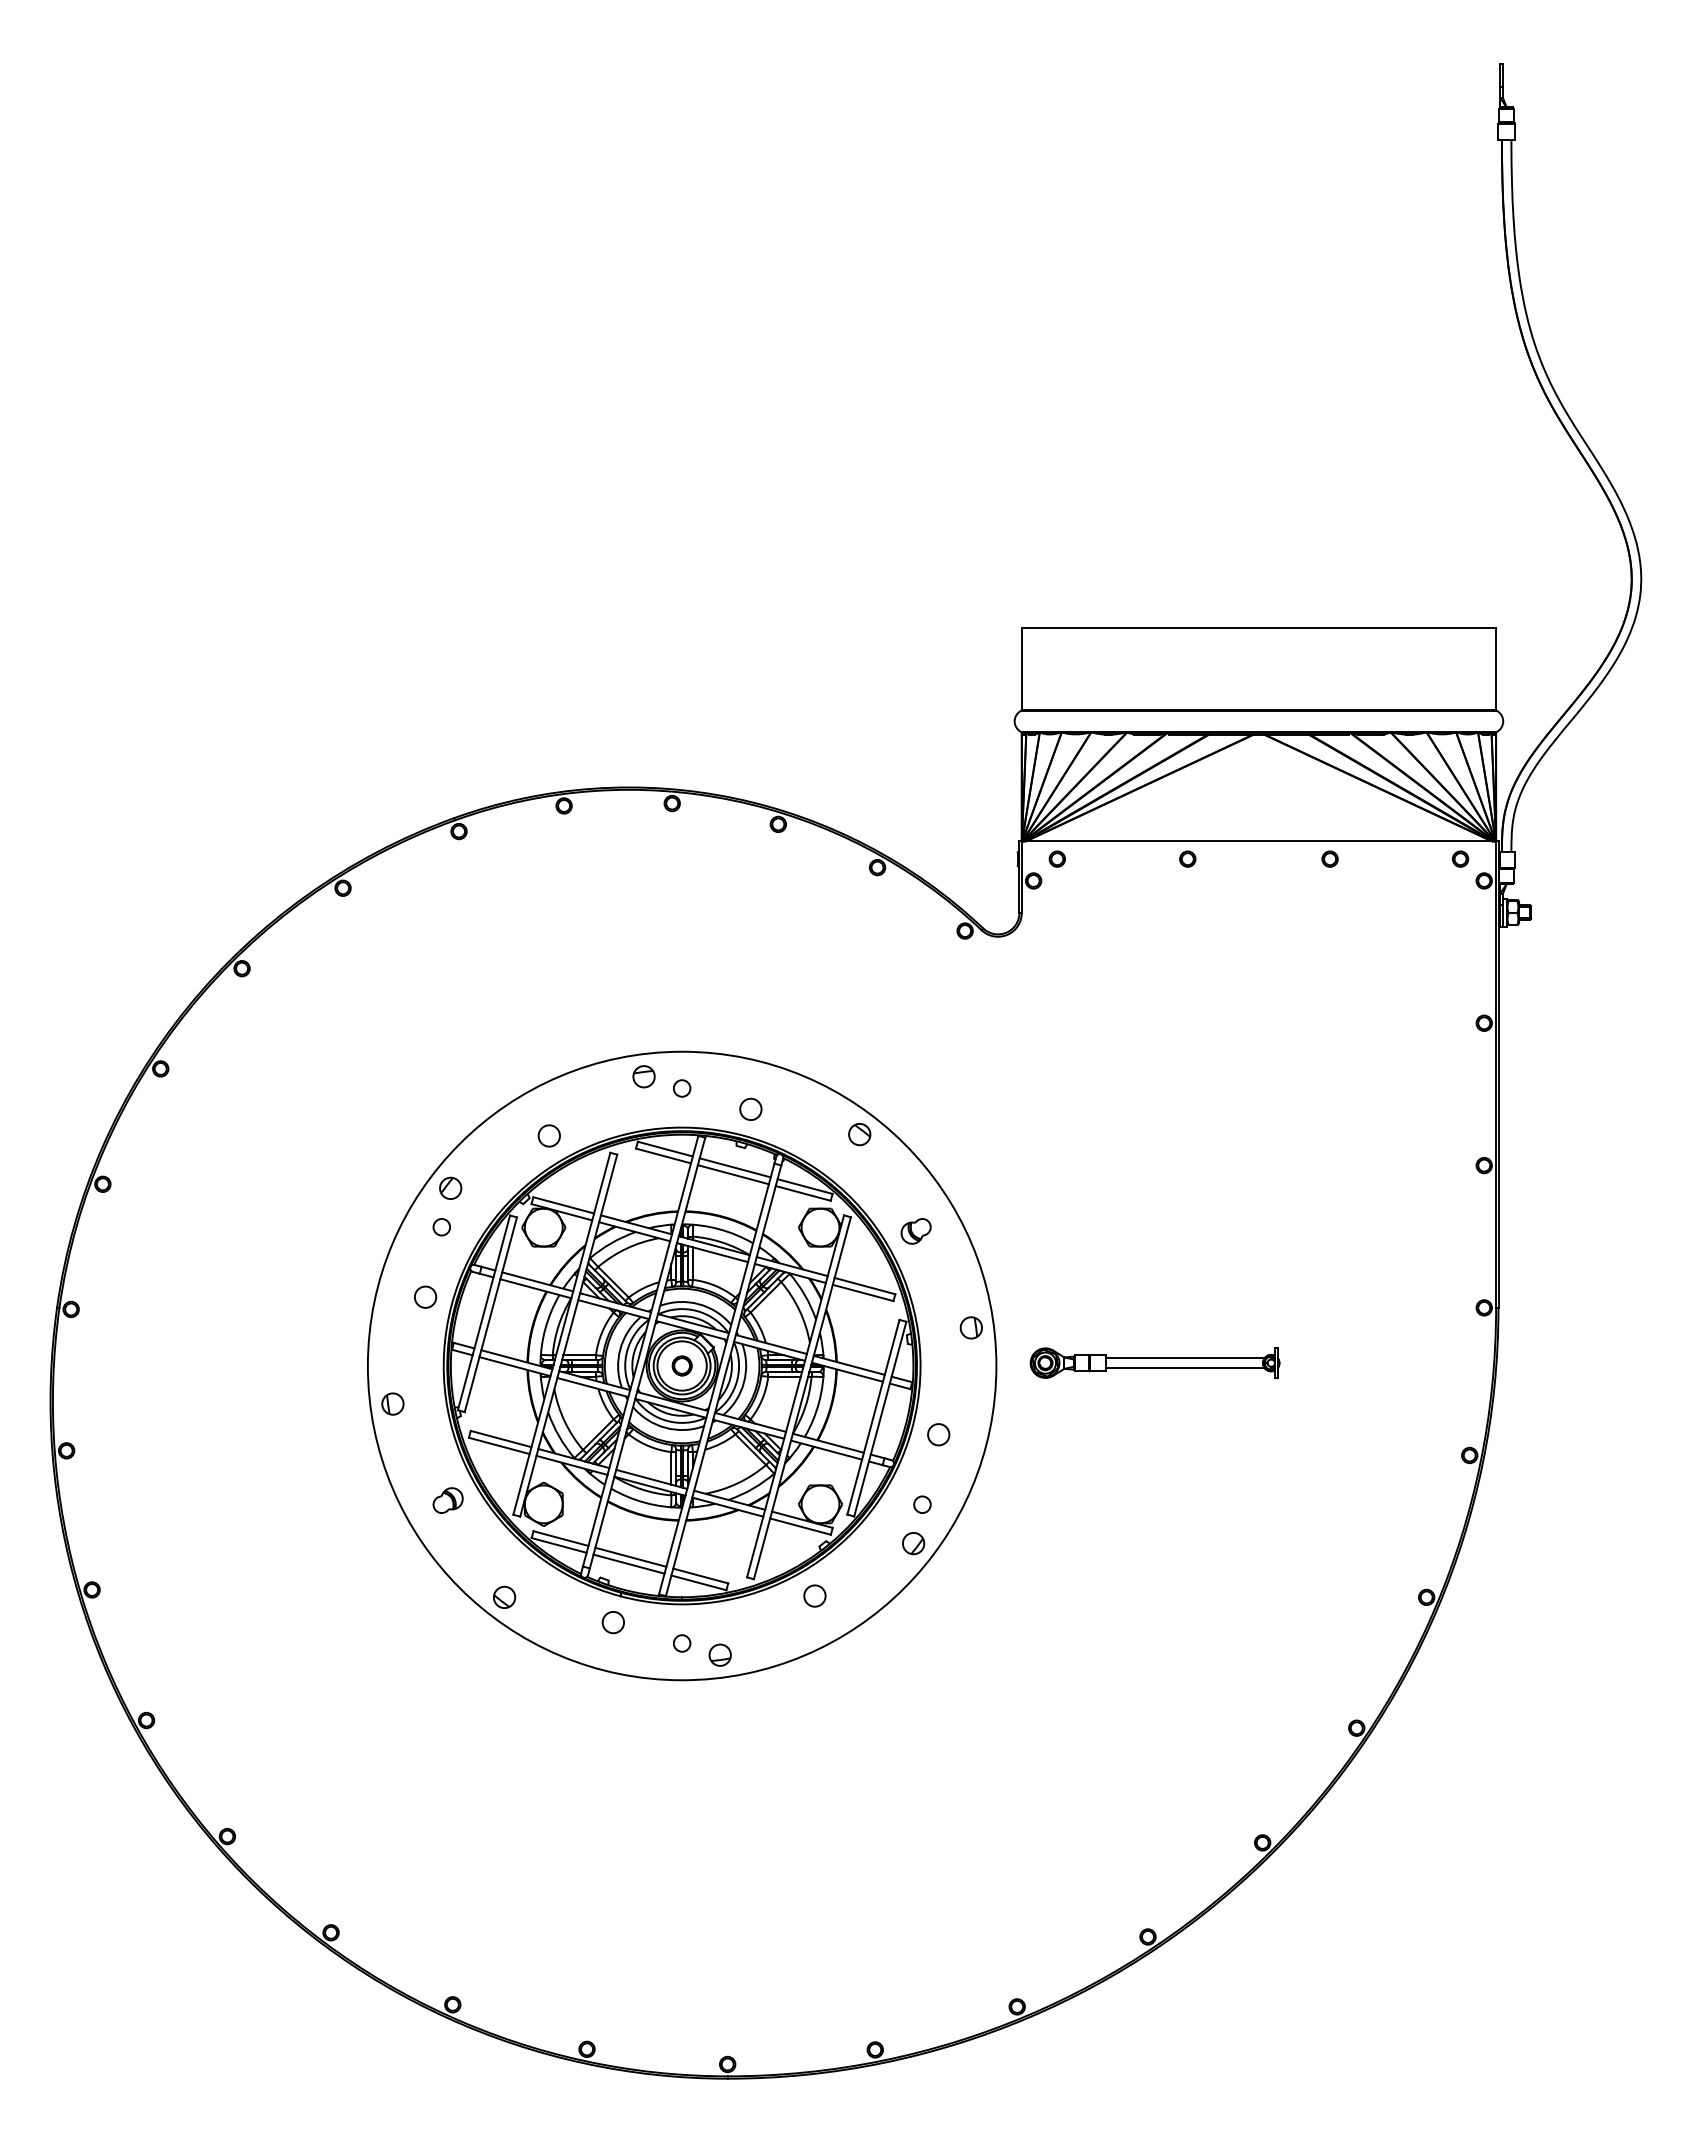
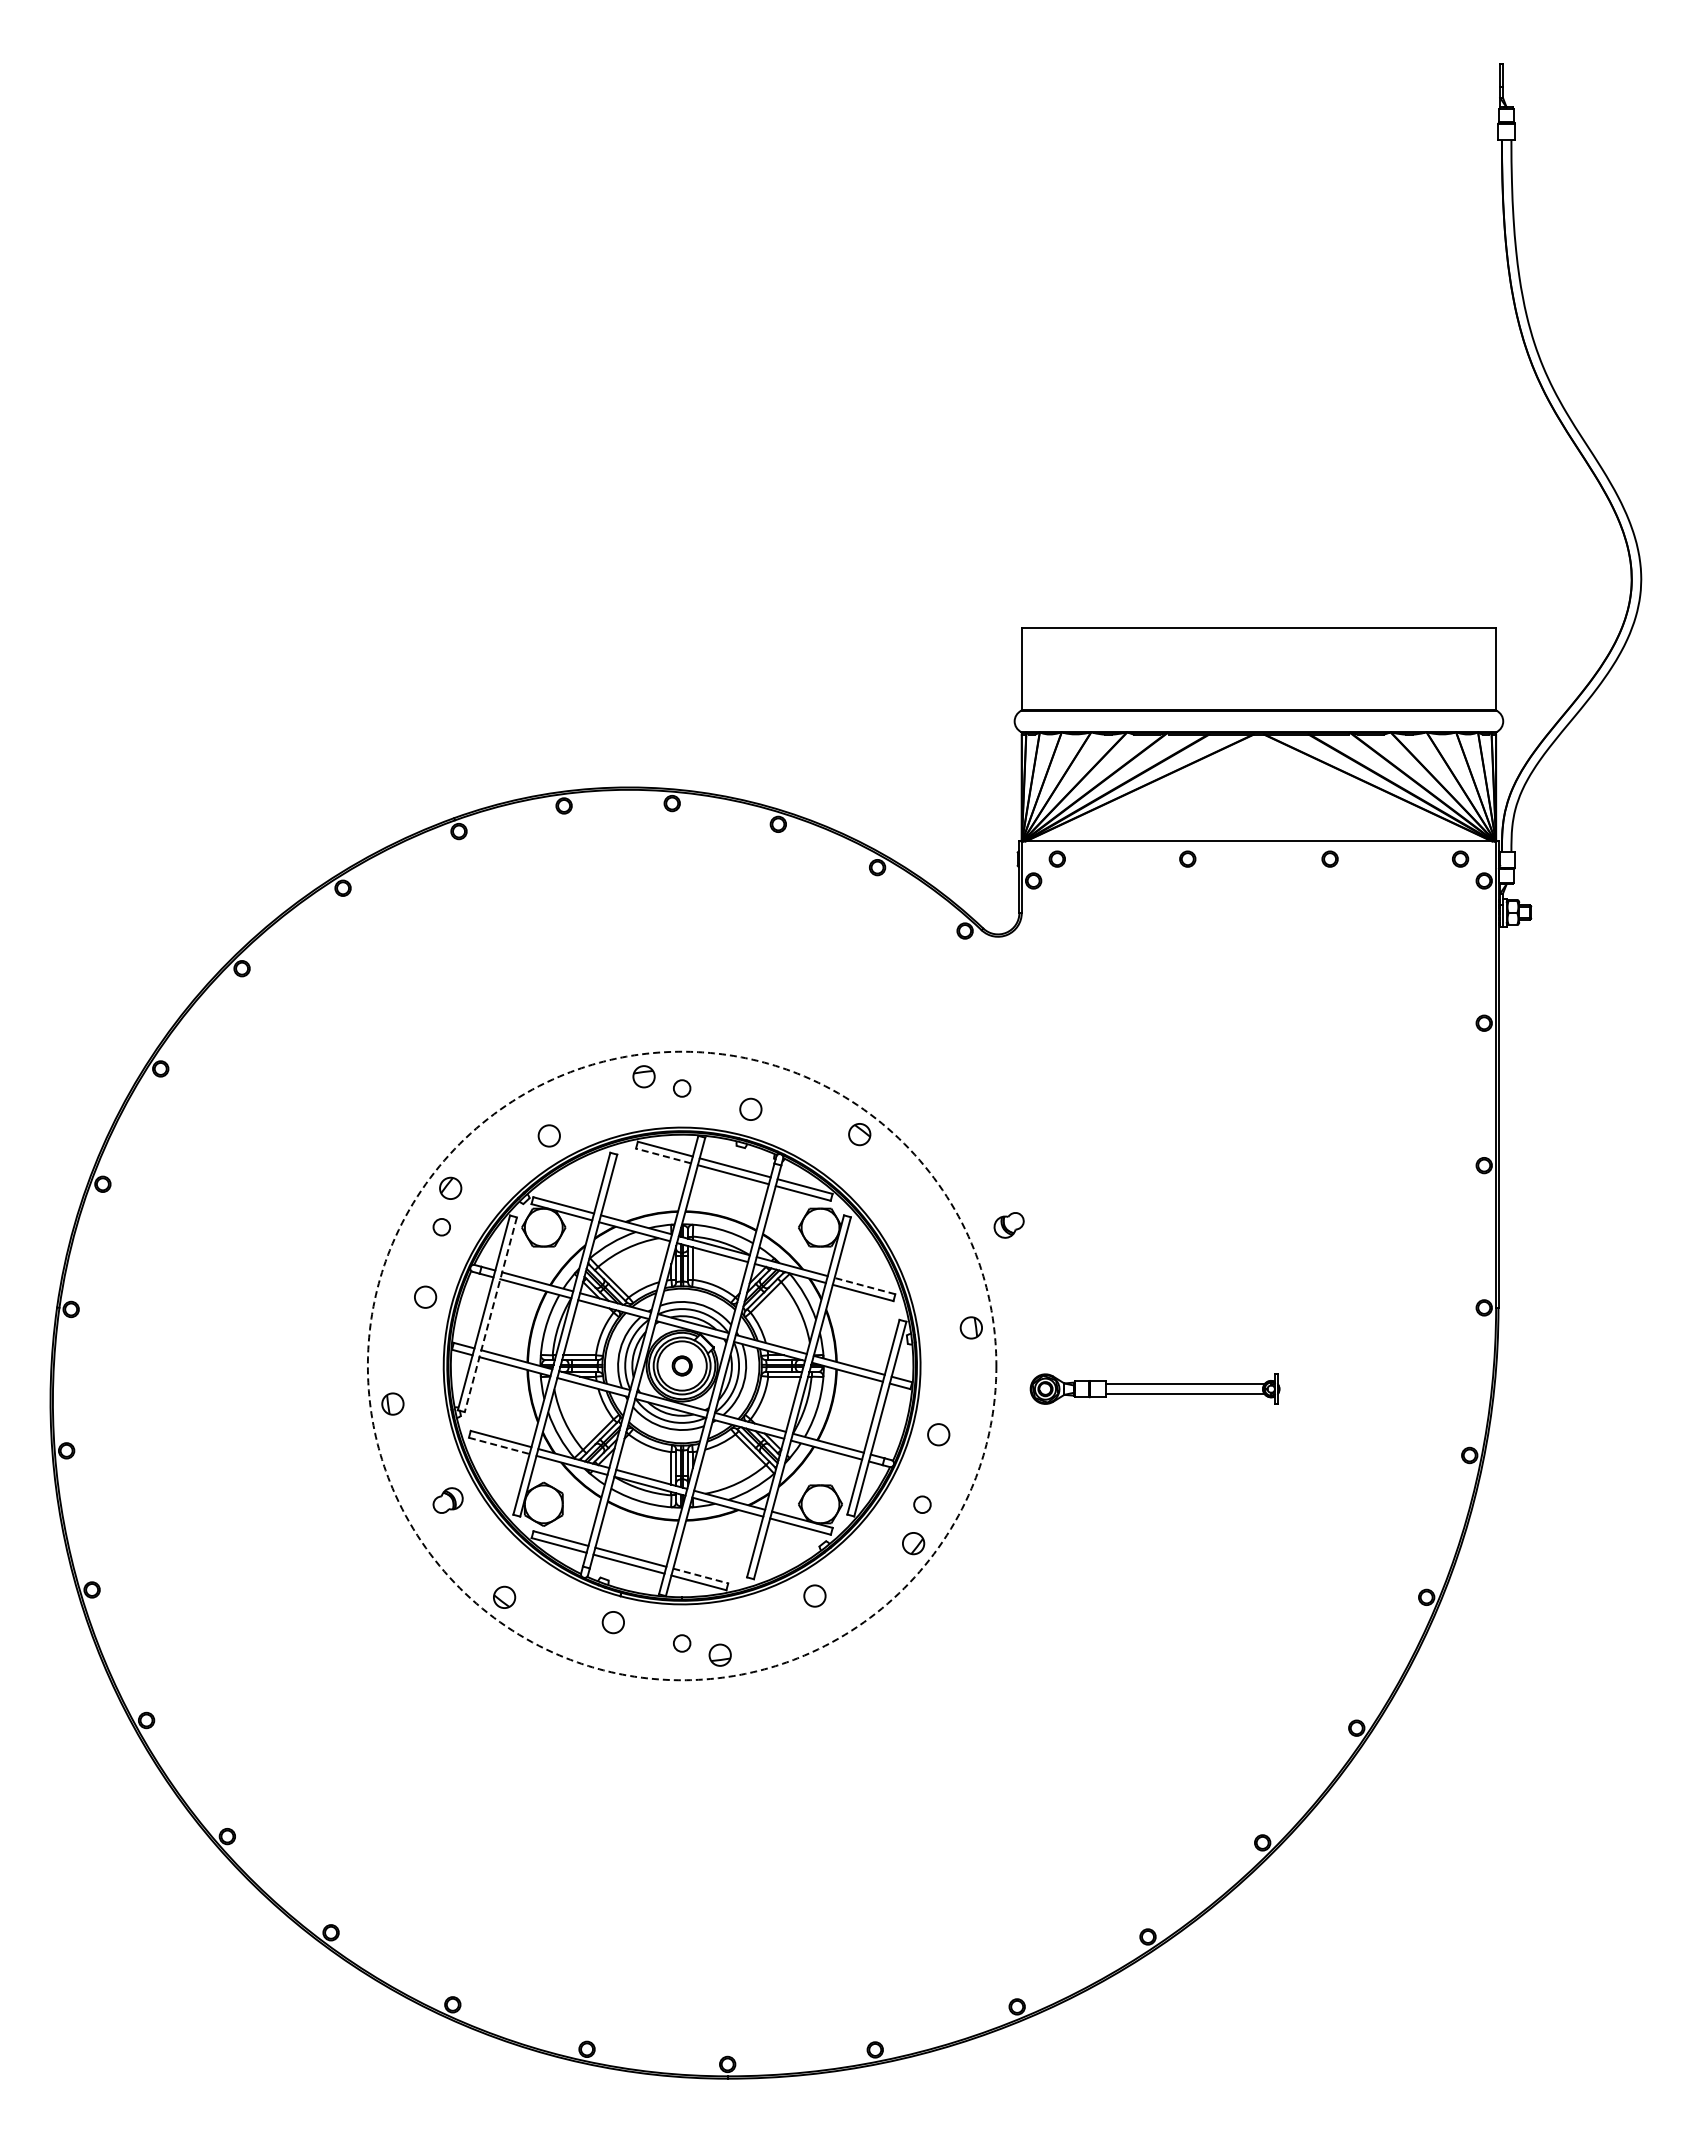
line at (663, 1155): solid -> dashed
part at (915, 1231) position: (915, 1231) -> (1008, 1225)
line at (864, 1285): solid -> dashed
line at (490, 1314): solid -> dashed
part at (1154, 1362) position: (1154, 1362) -> (1154, 1388)
circle at (681, 1365): solid -> dashed
line at (499, 1446): solid -> dashed
line at (701, 1576): solid -> dashed
